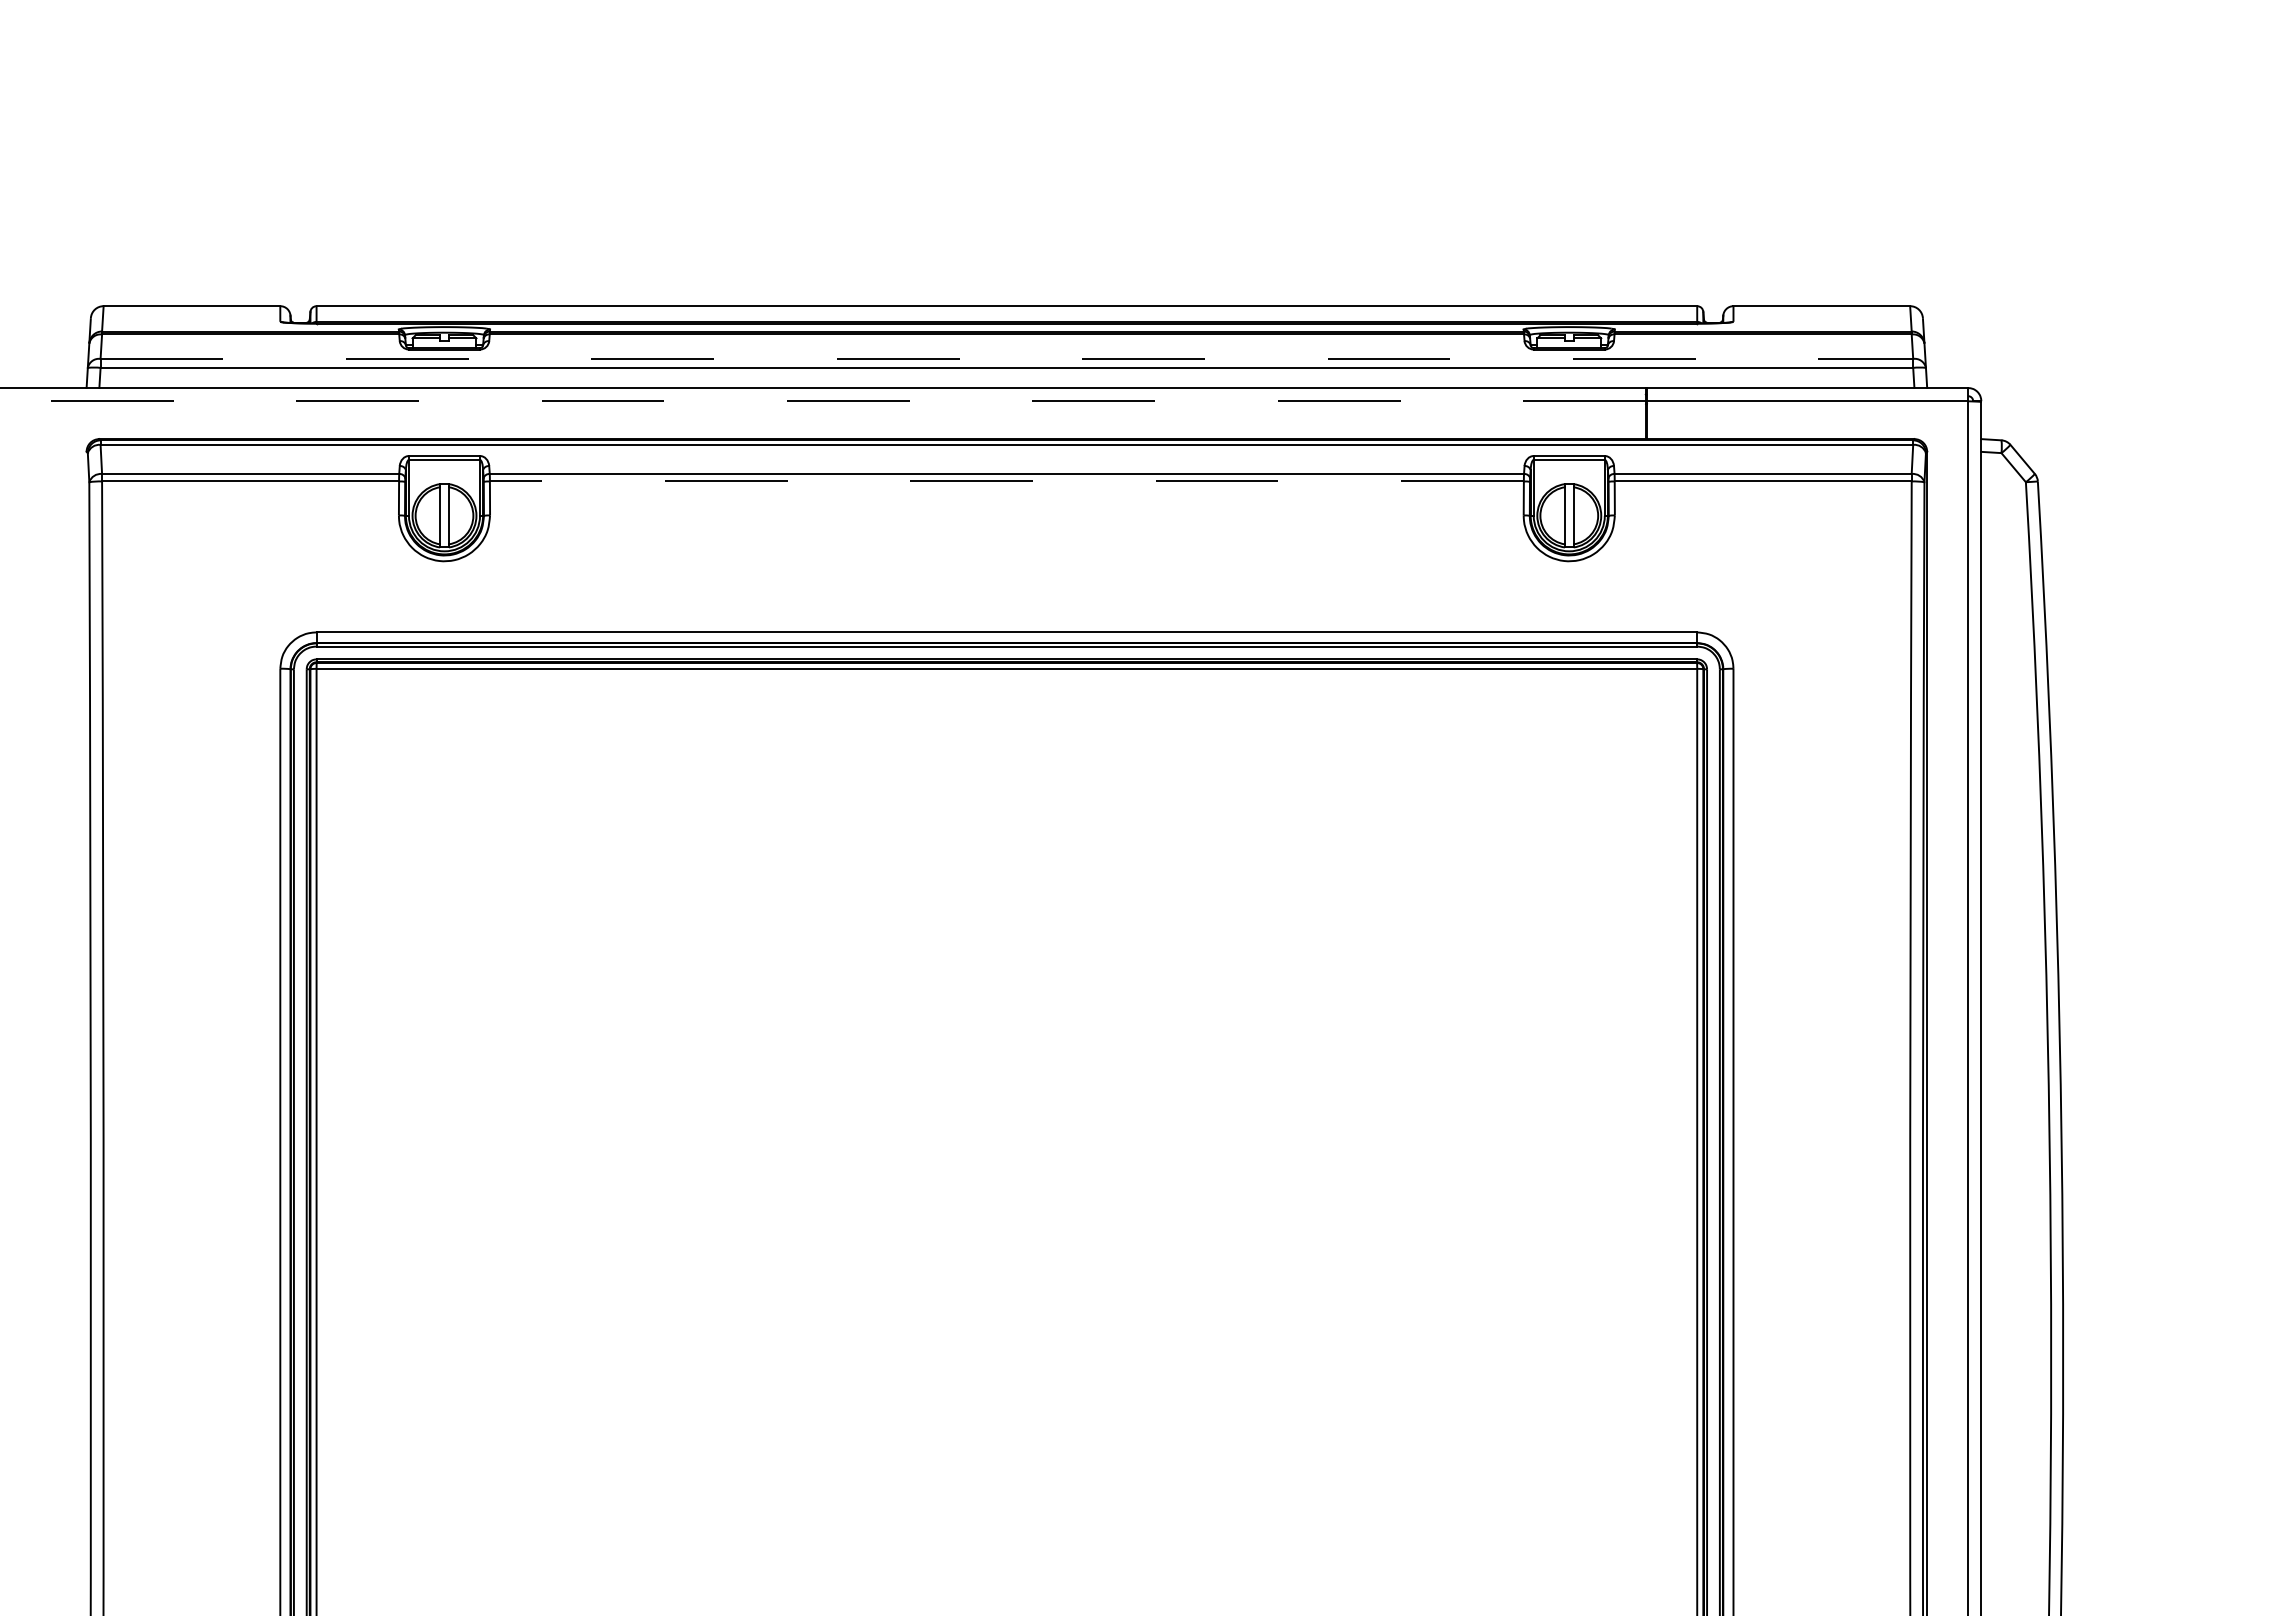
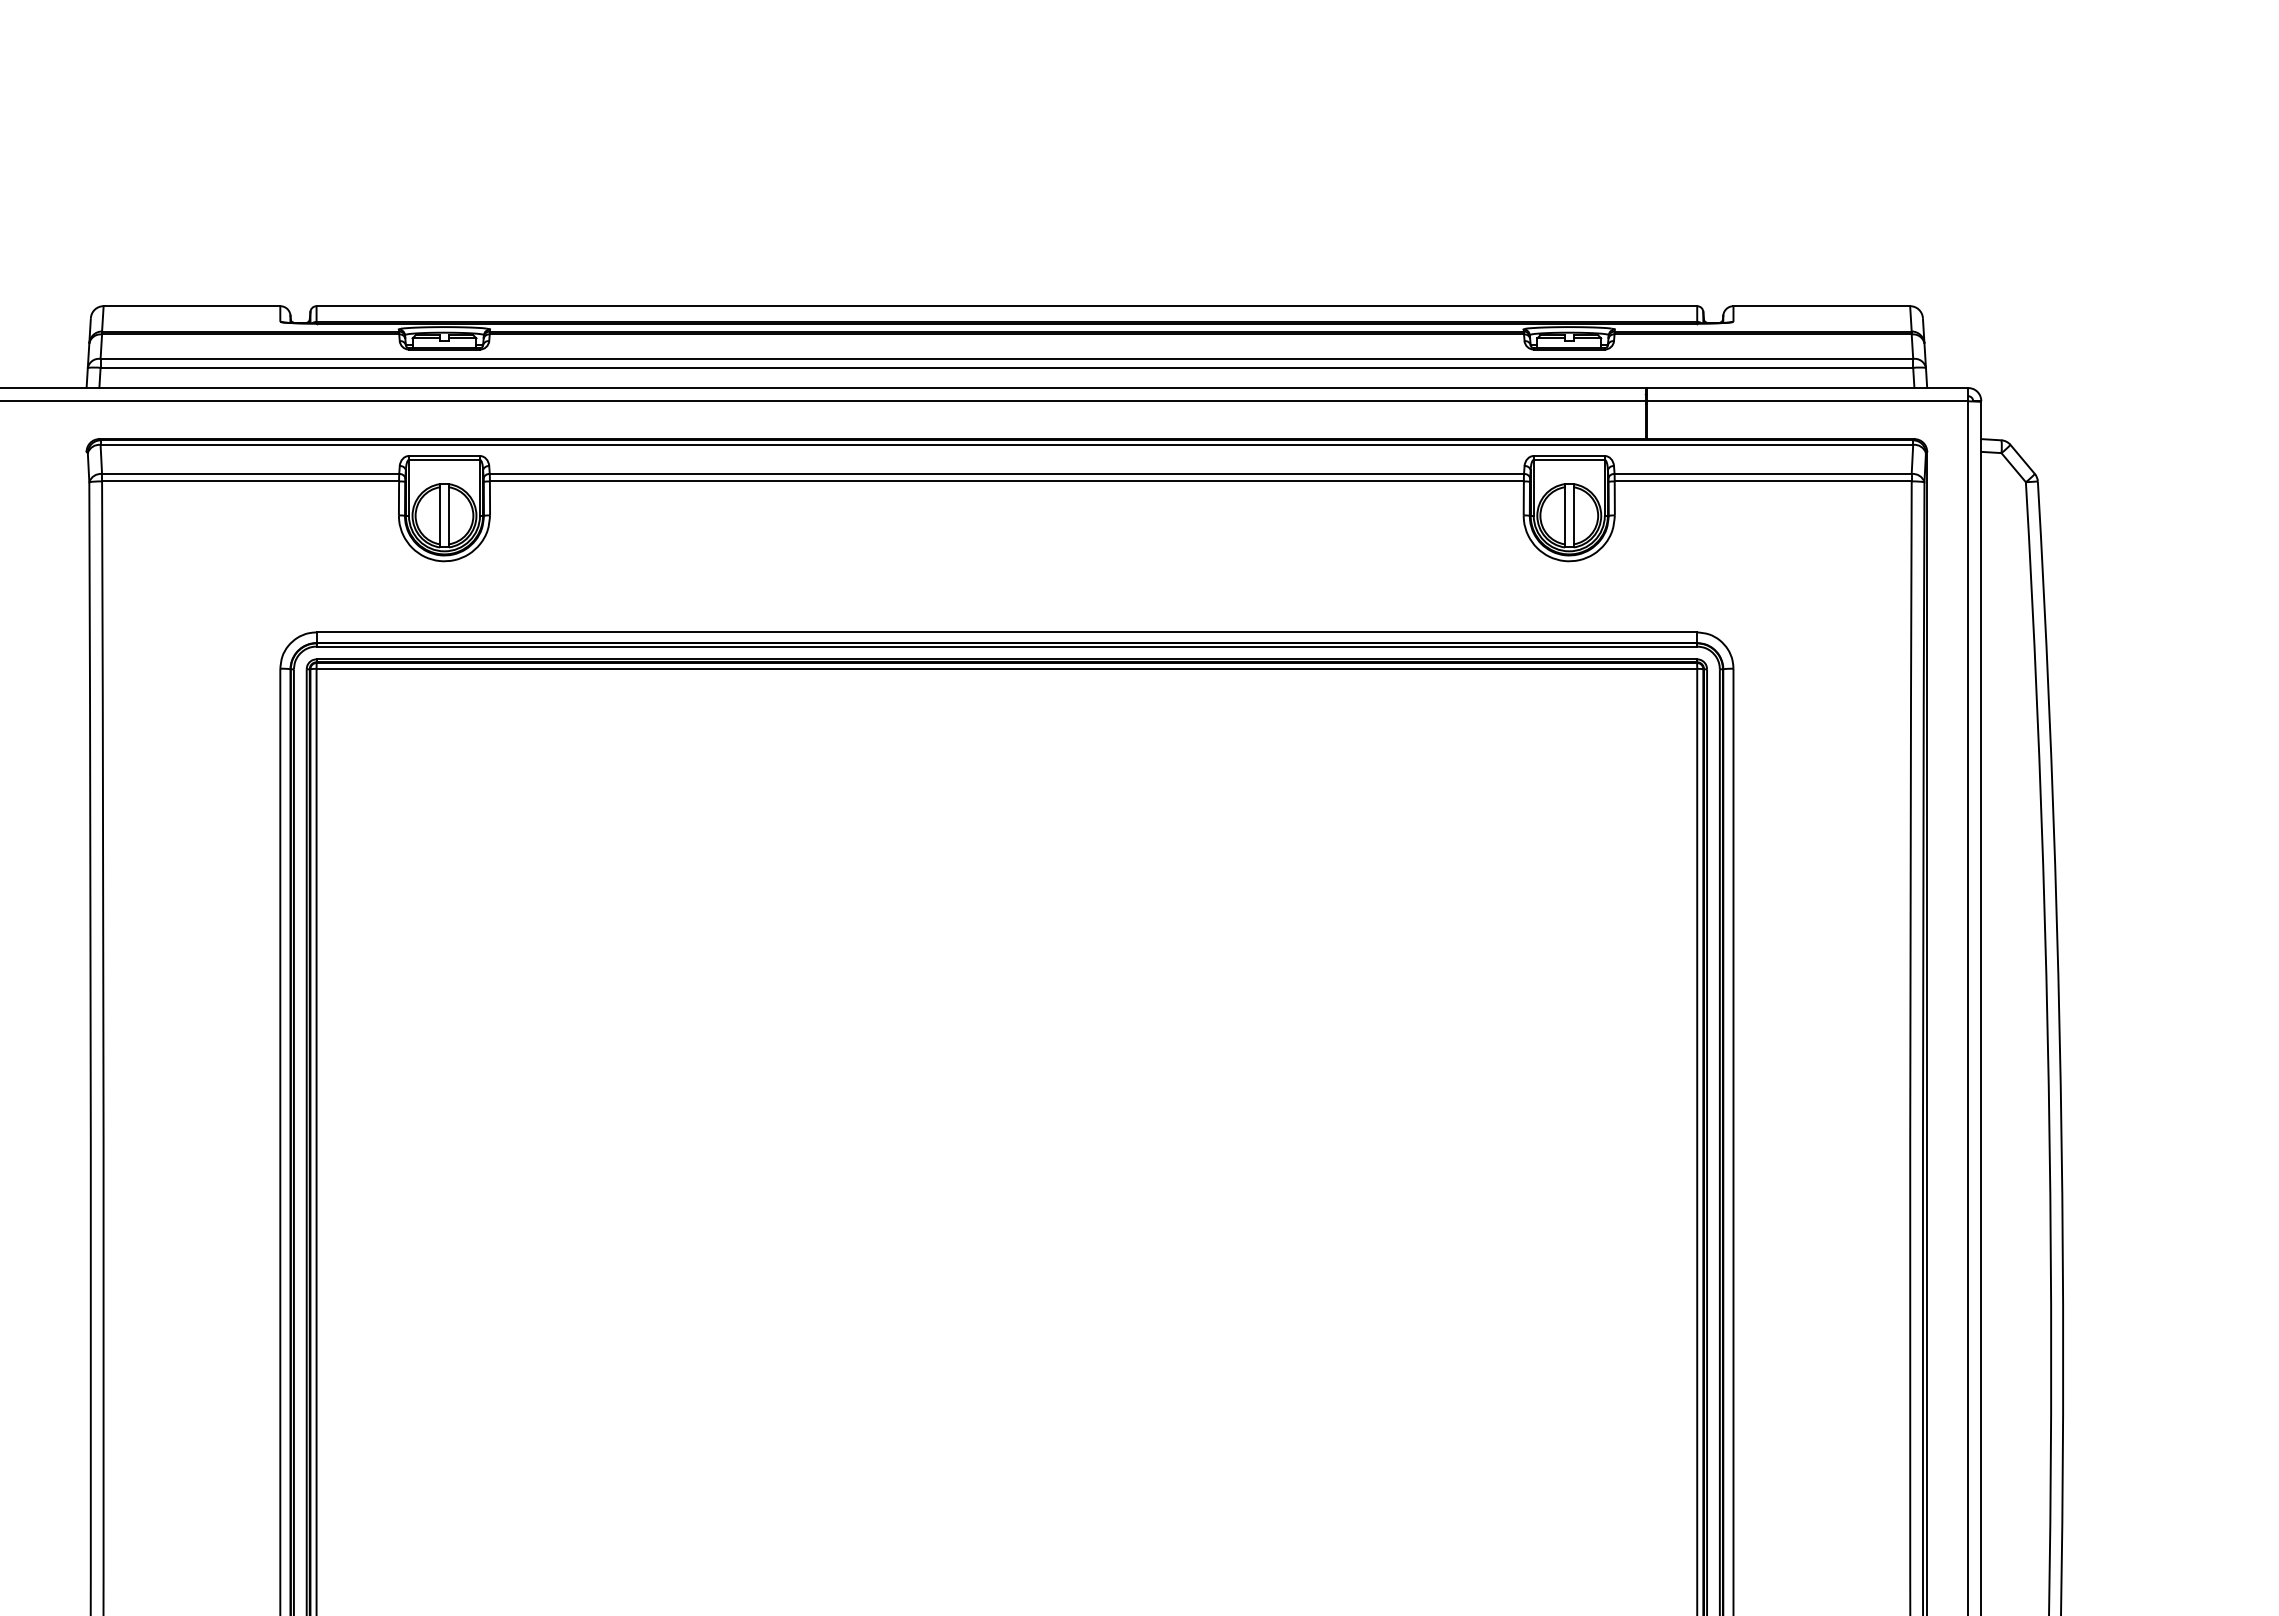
line at (1007, 358): dashed -> solid
line at (823, 401): dashed -> solid
line at (1006, 481): dashed -> solid
